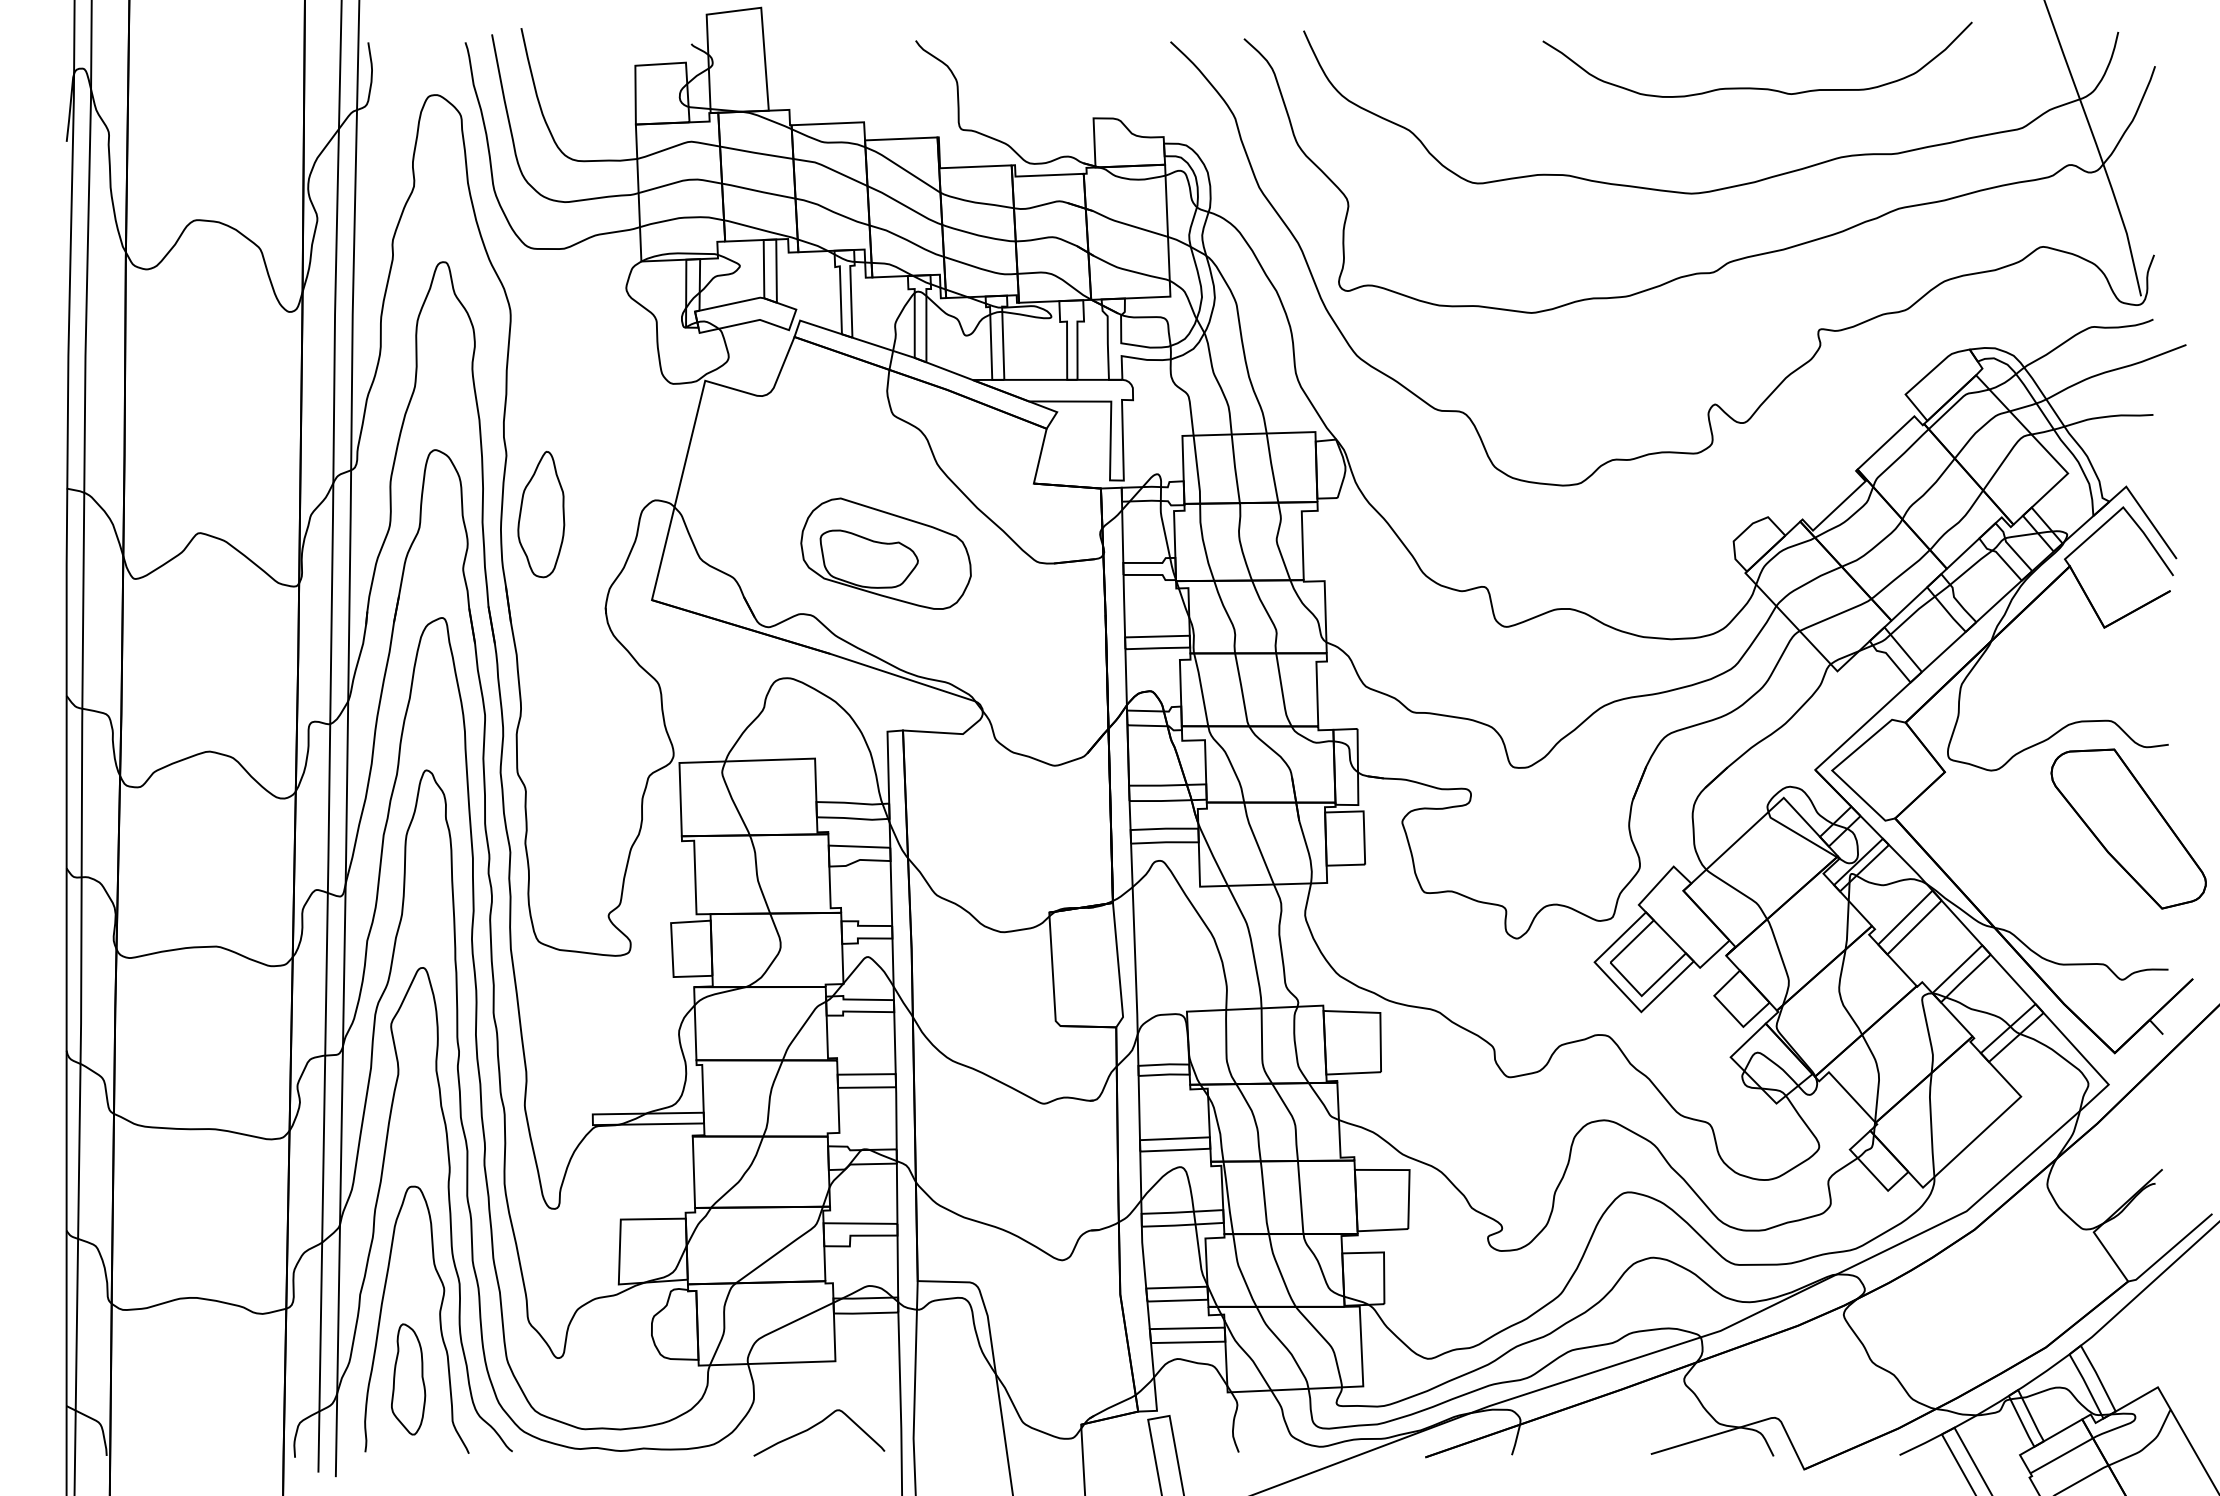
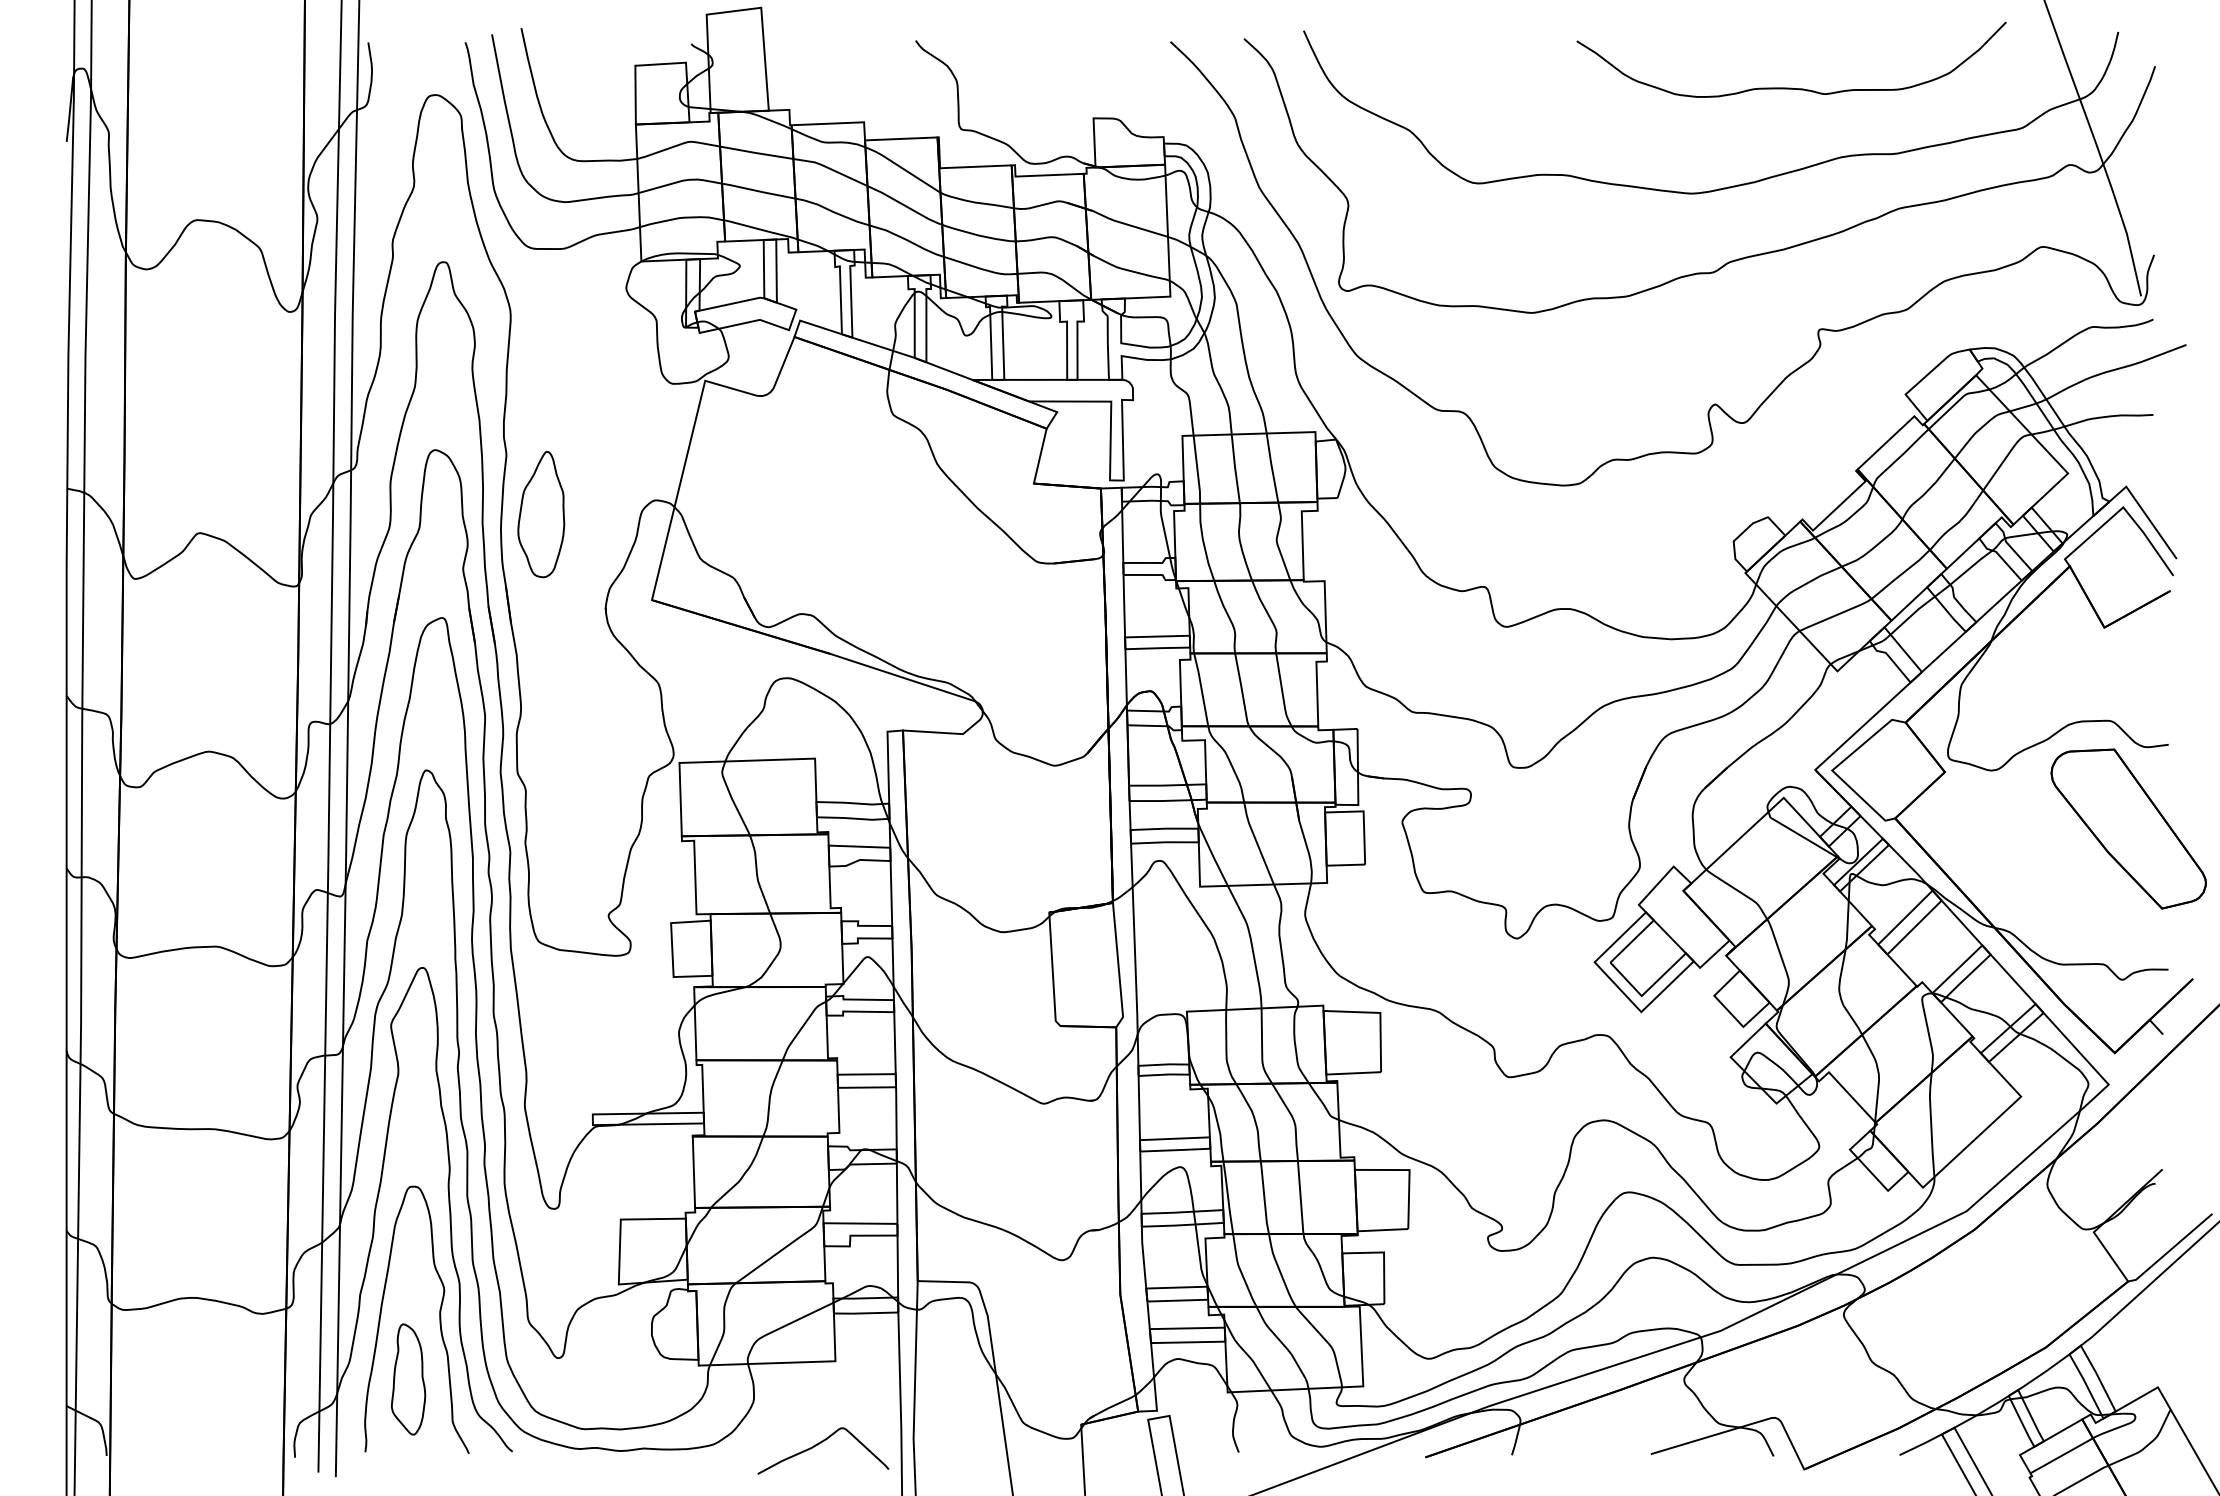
curve at (1757, 87) position: (1757, 87) -> (1791, 87)
part at (885, 553): present -> none
curve at (815, 1426) position: (815, 1426) -> (819, 1444)
